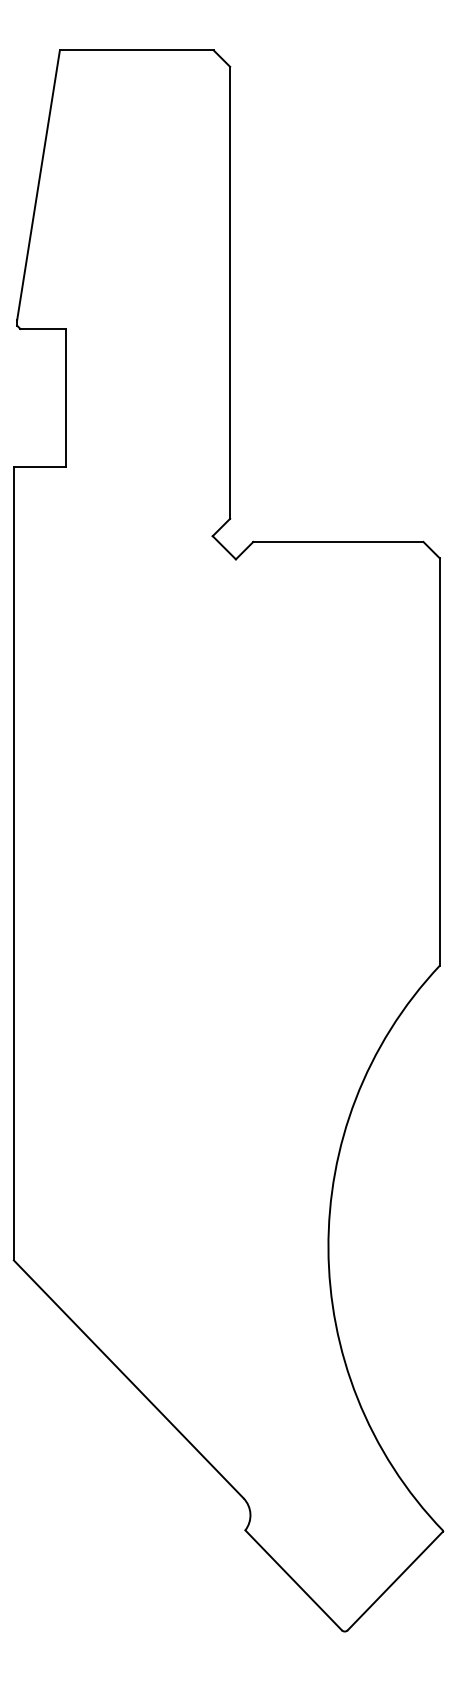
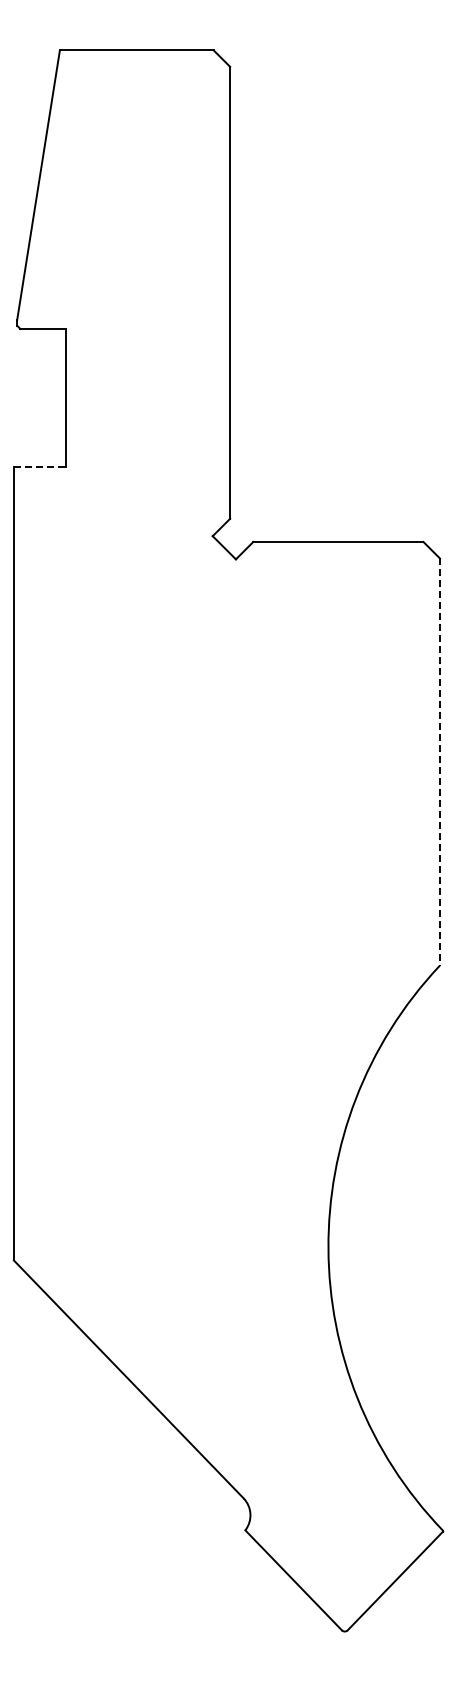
line at (40, 466): solid -> dashed
line at (439, 762): solid -> dashed
